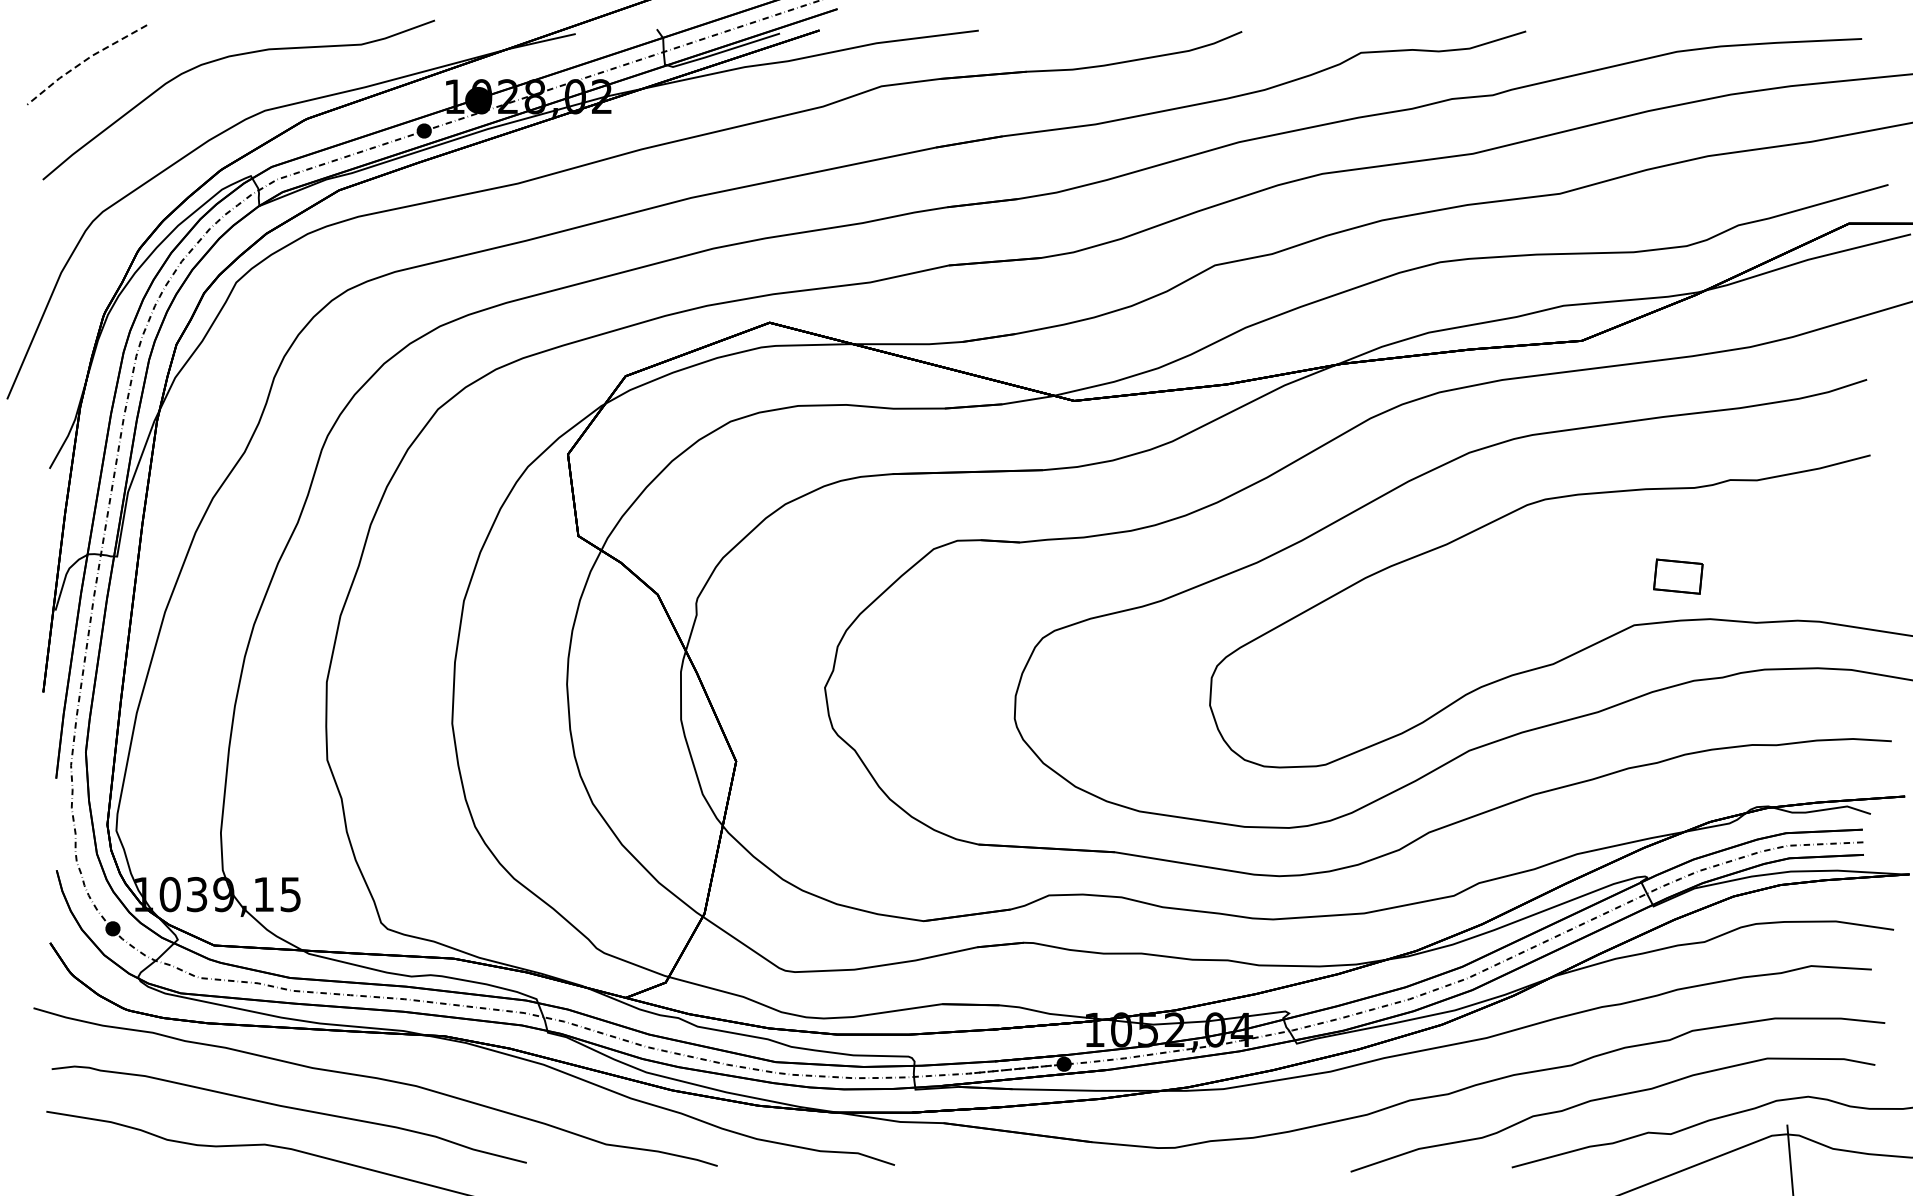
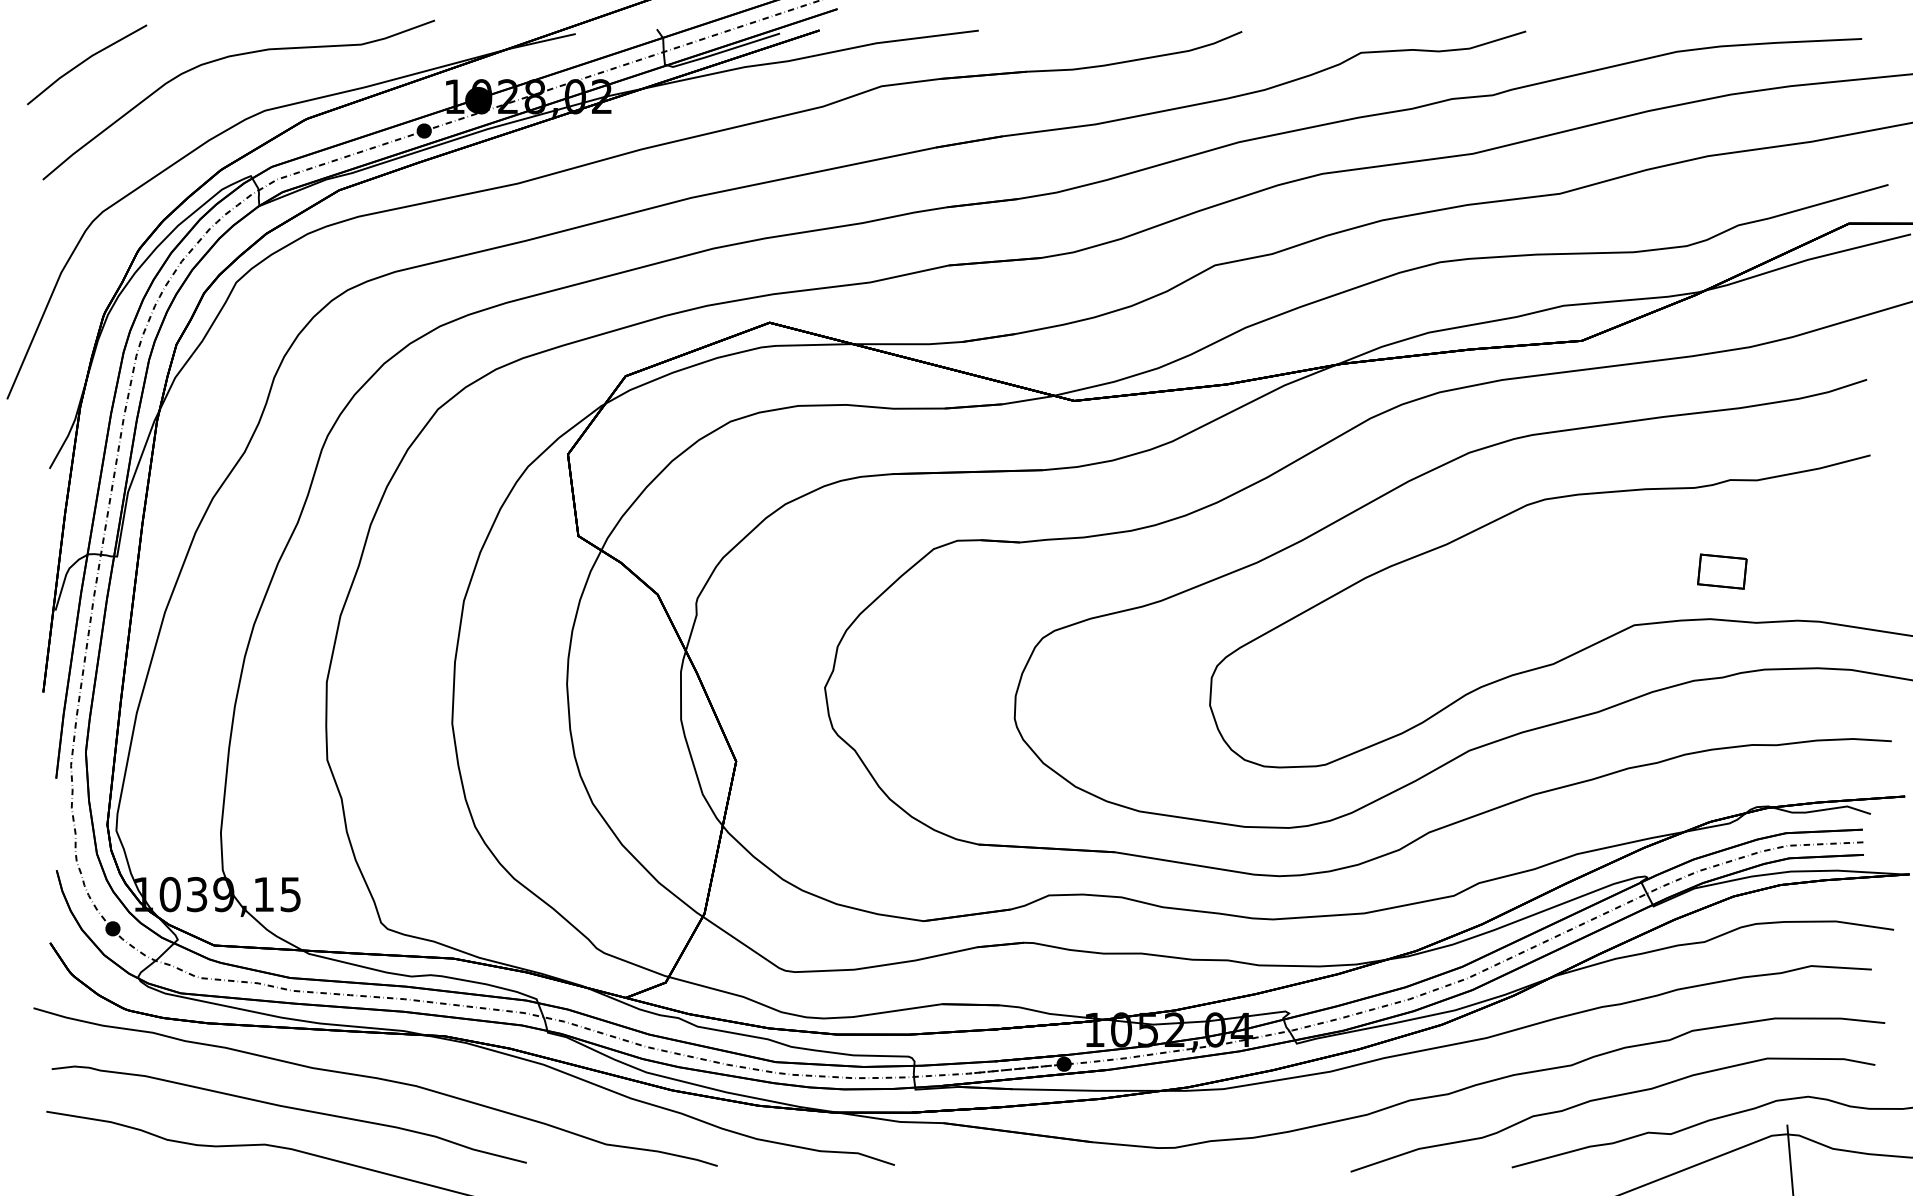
line at (84, 61): dashed -> solid
part at (1678, 576) position: (1678, 576) -> (1722, 571)
